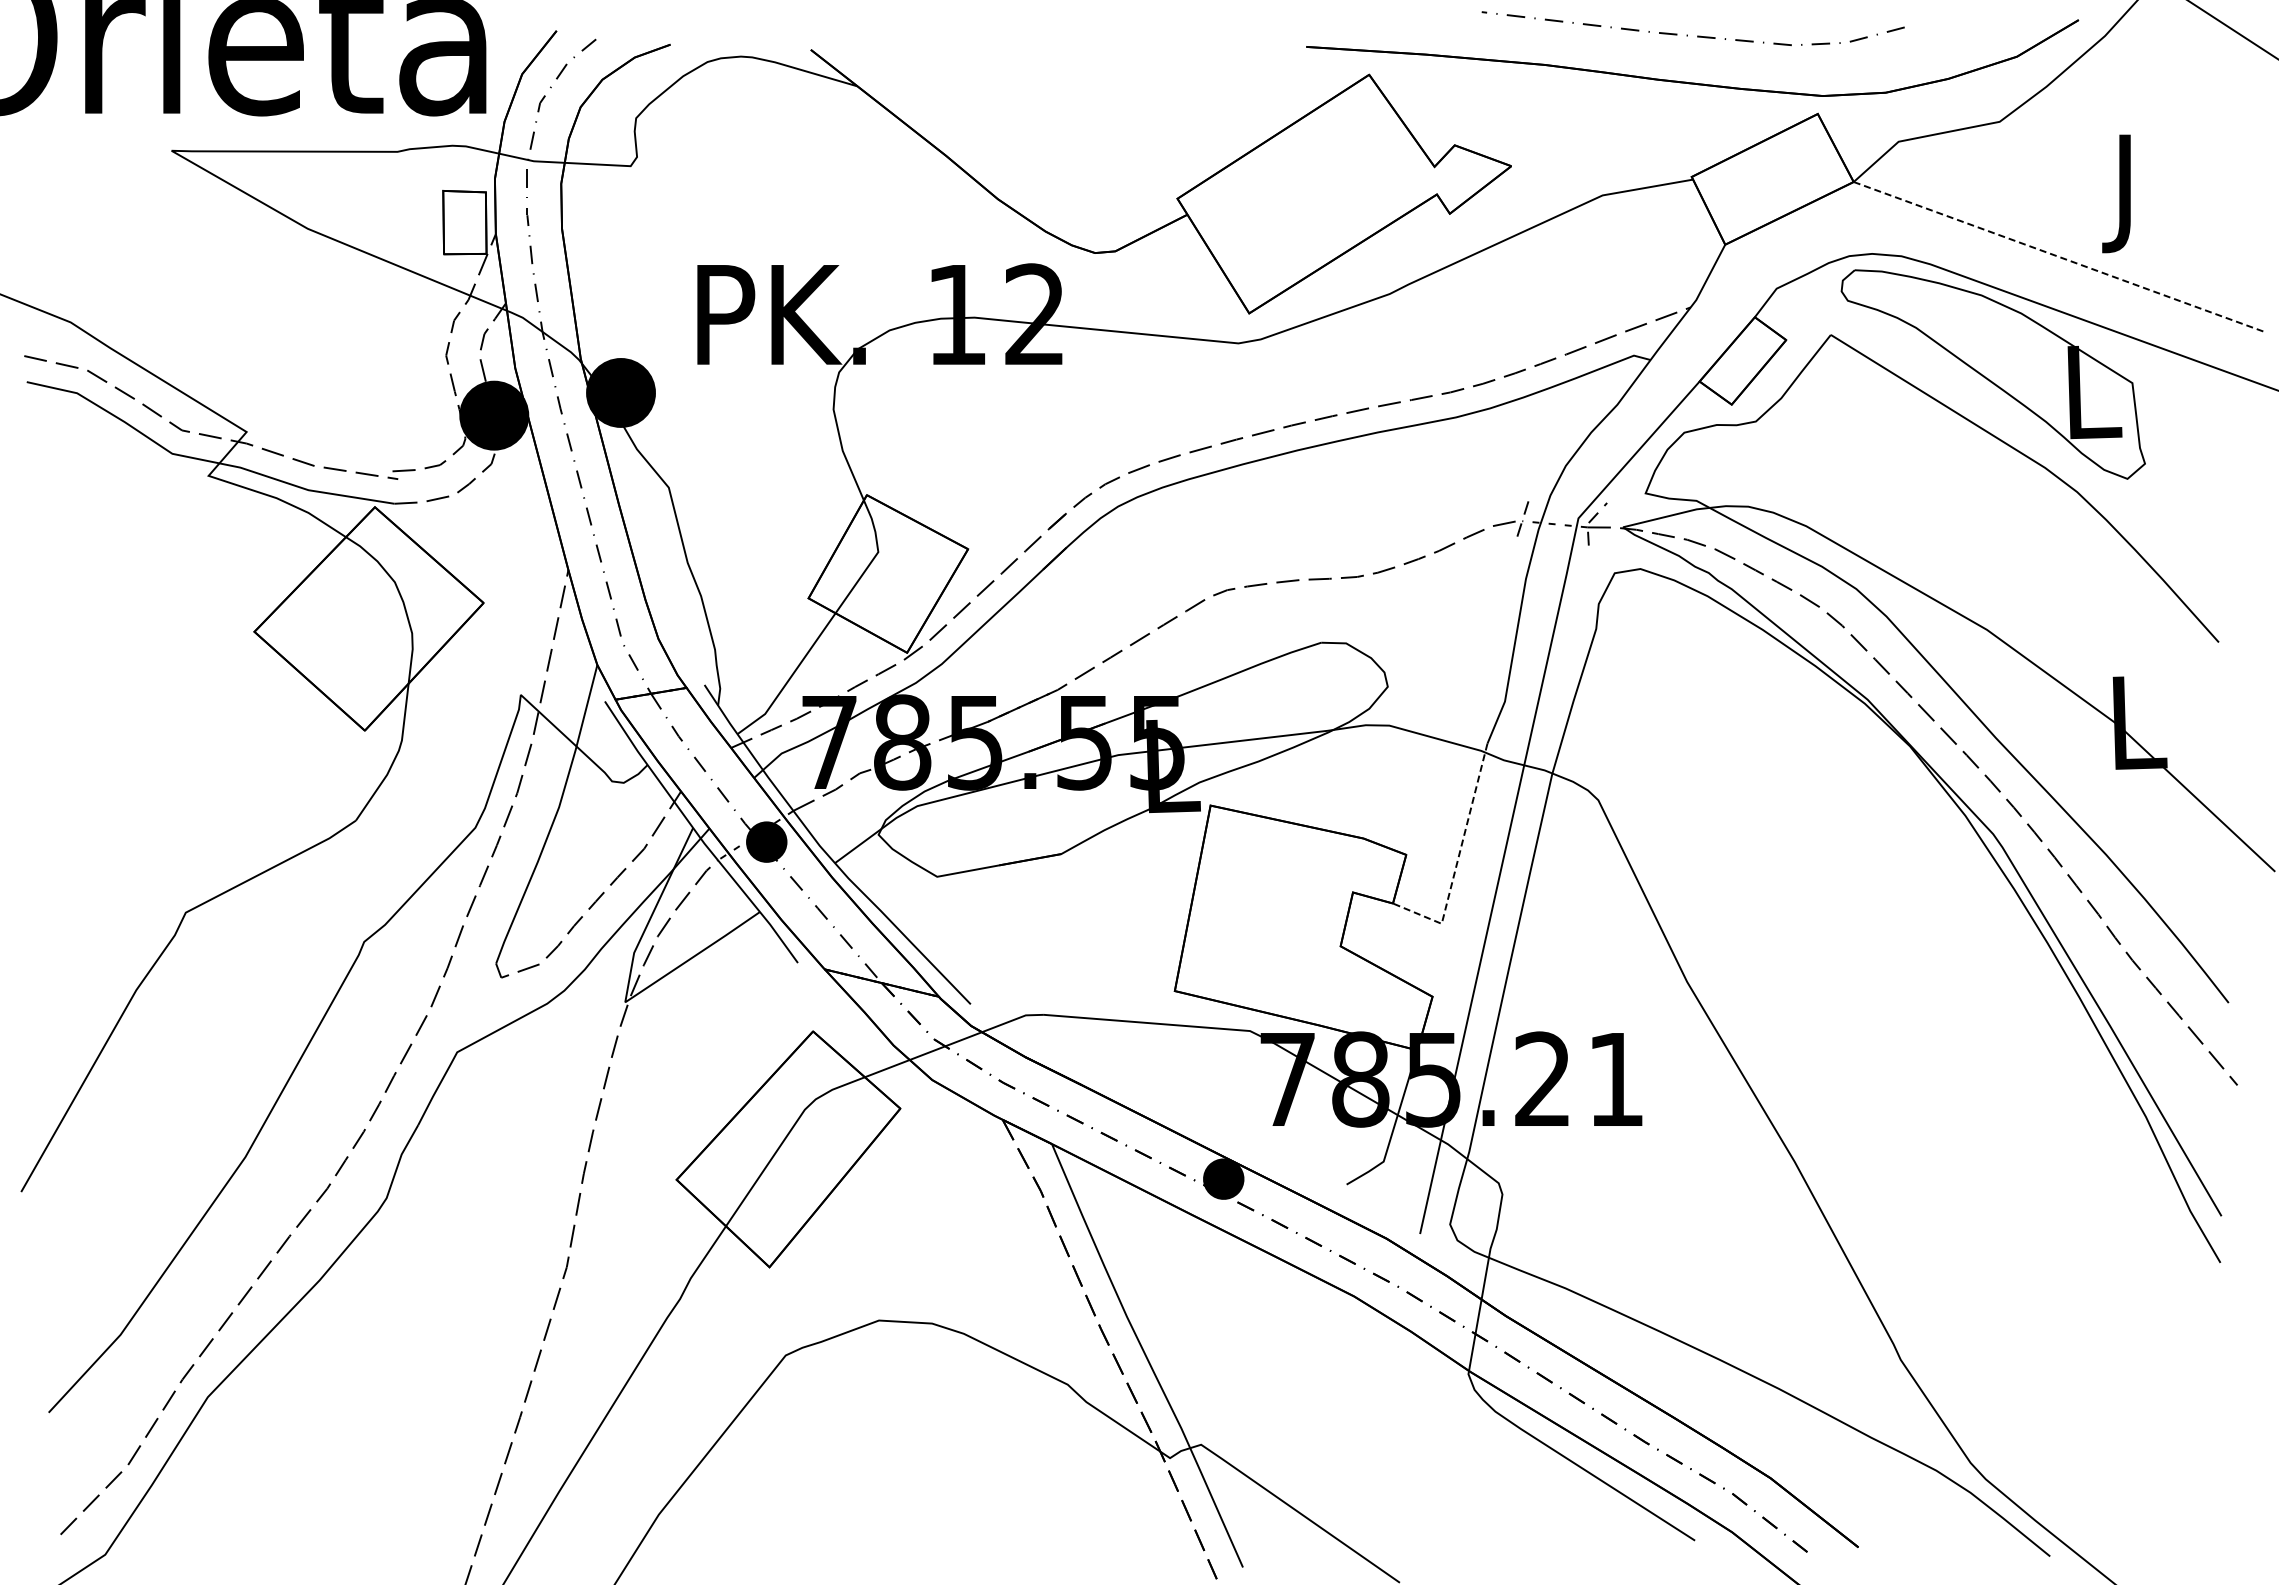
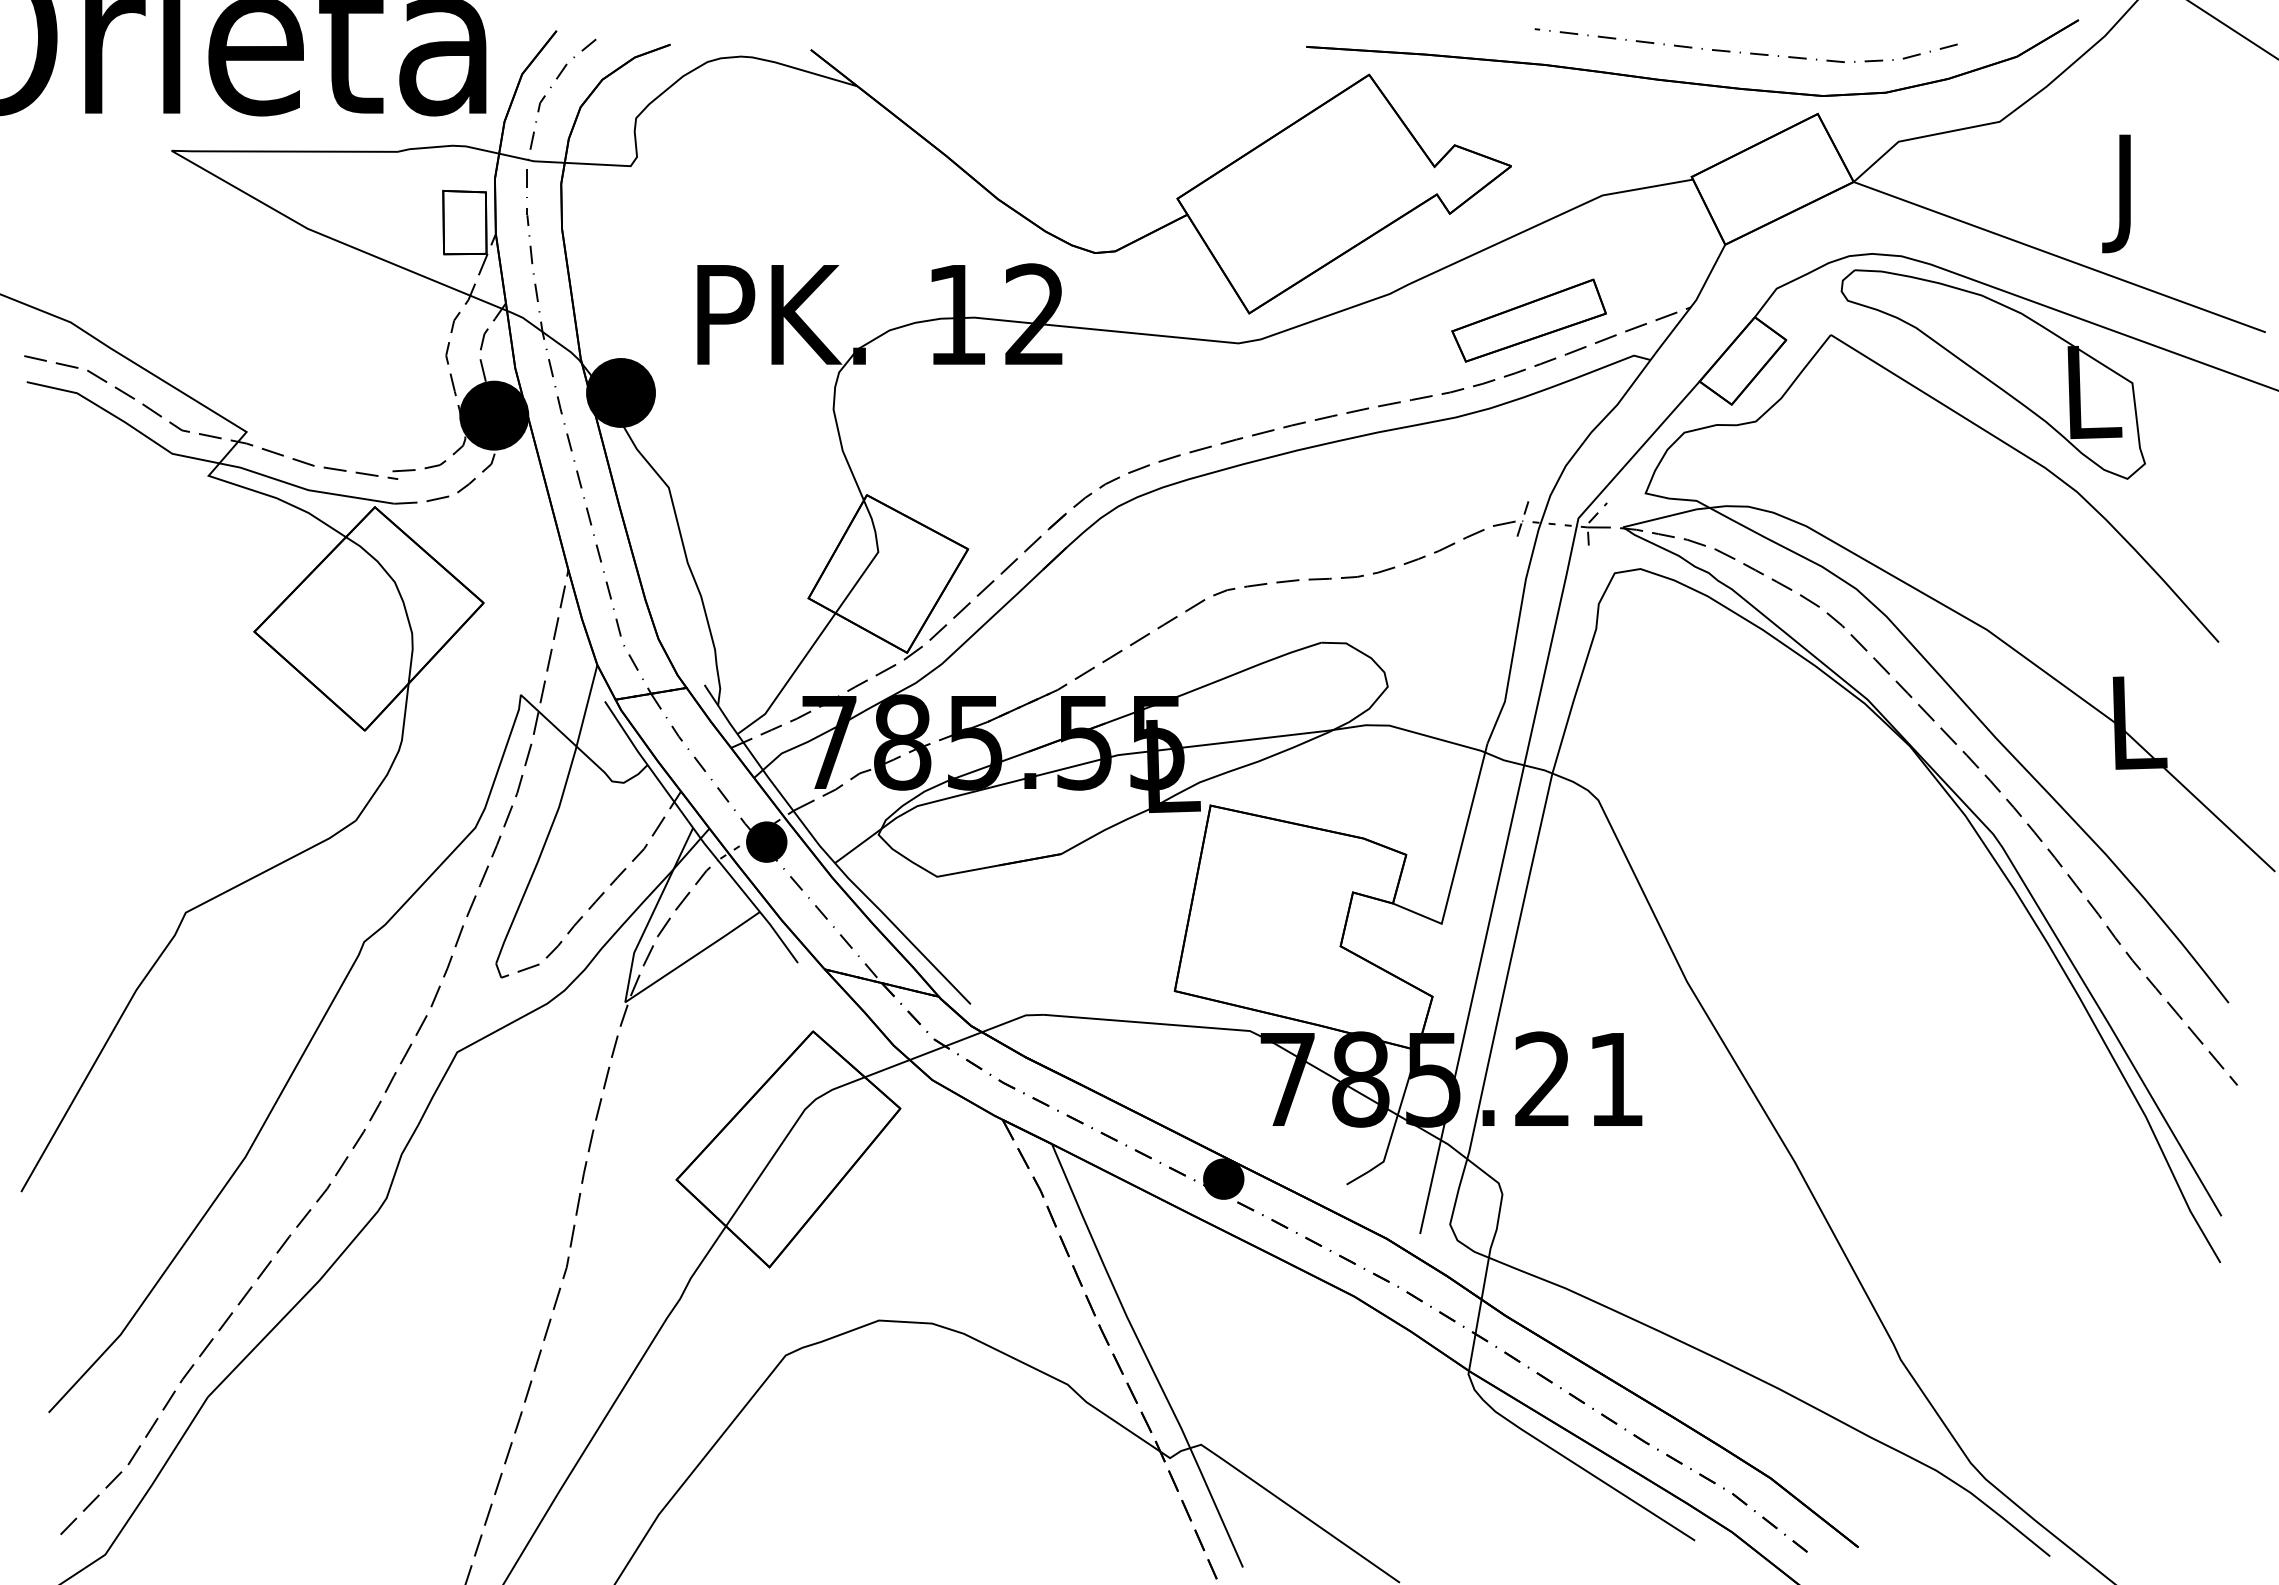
line at (1687, 34) position: (1687, 34) -> (1740, 51)
line at (2060, 257): dashed -> solid
part at (1528, 320): none -> present
line at (1457, 859): dashed -> solid
